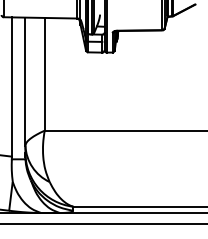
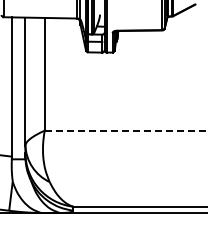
line at (126, 130): solid -> dashed
line at (103, 224): present -> none
